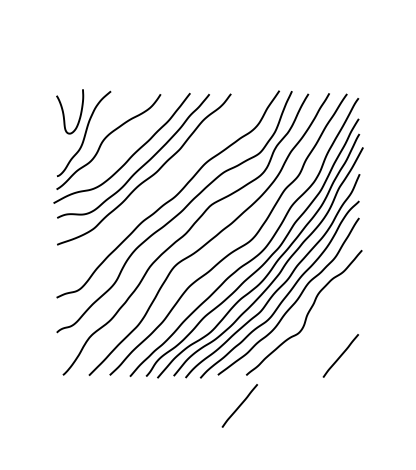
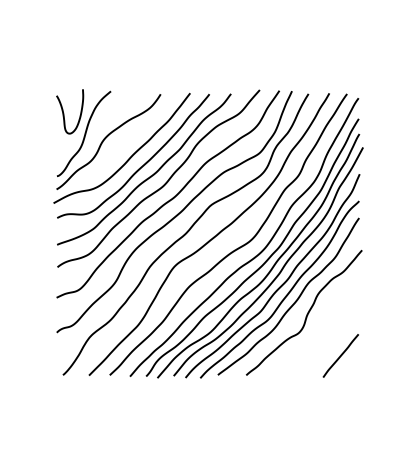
curve at (164, 183): none -> present
line at (239, 405): present -> none
